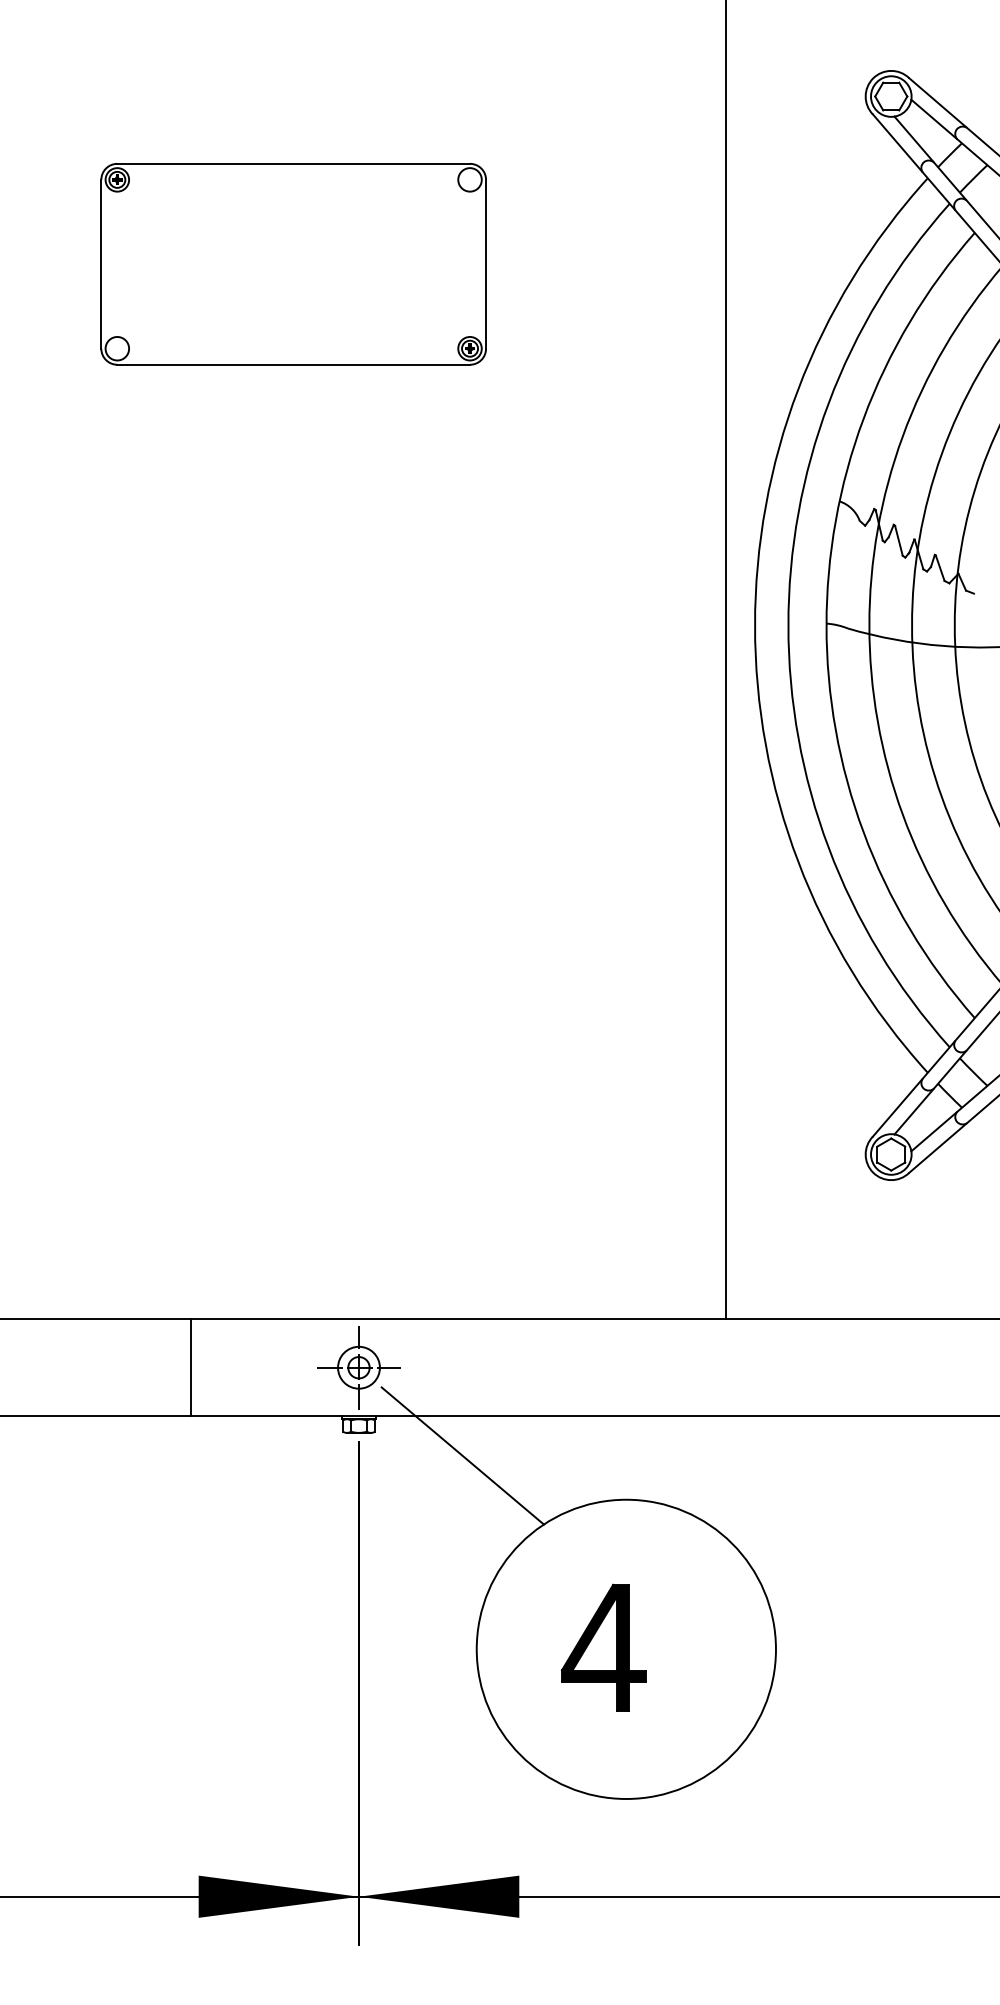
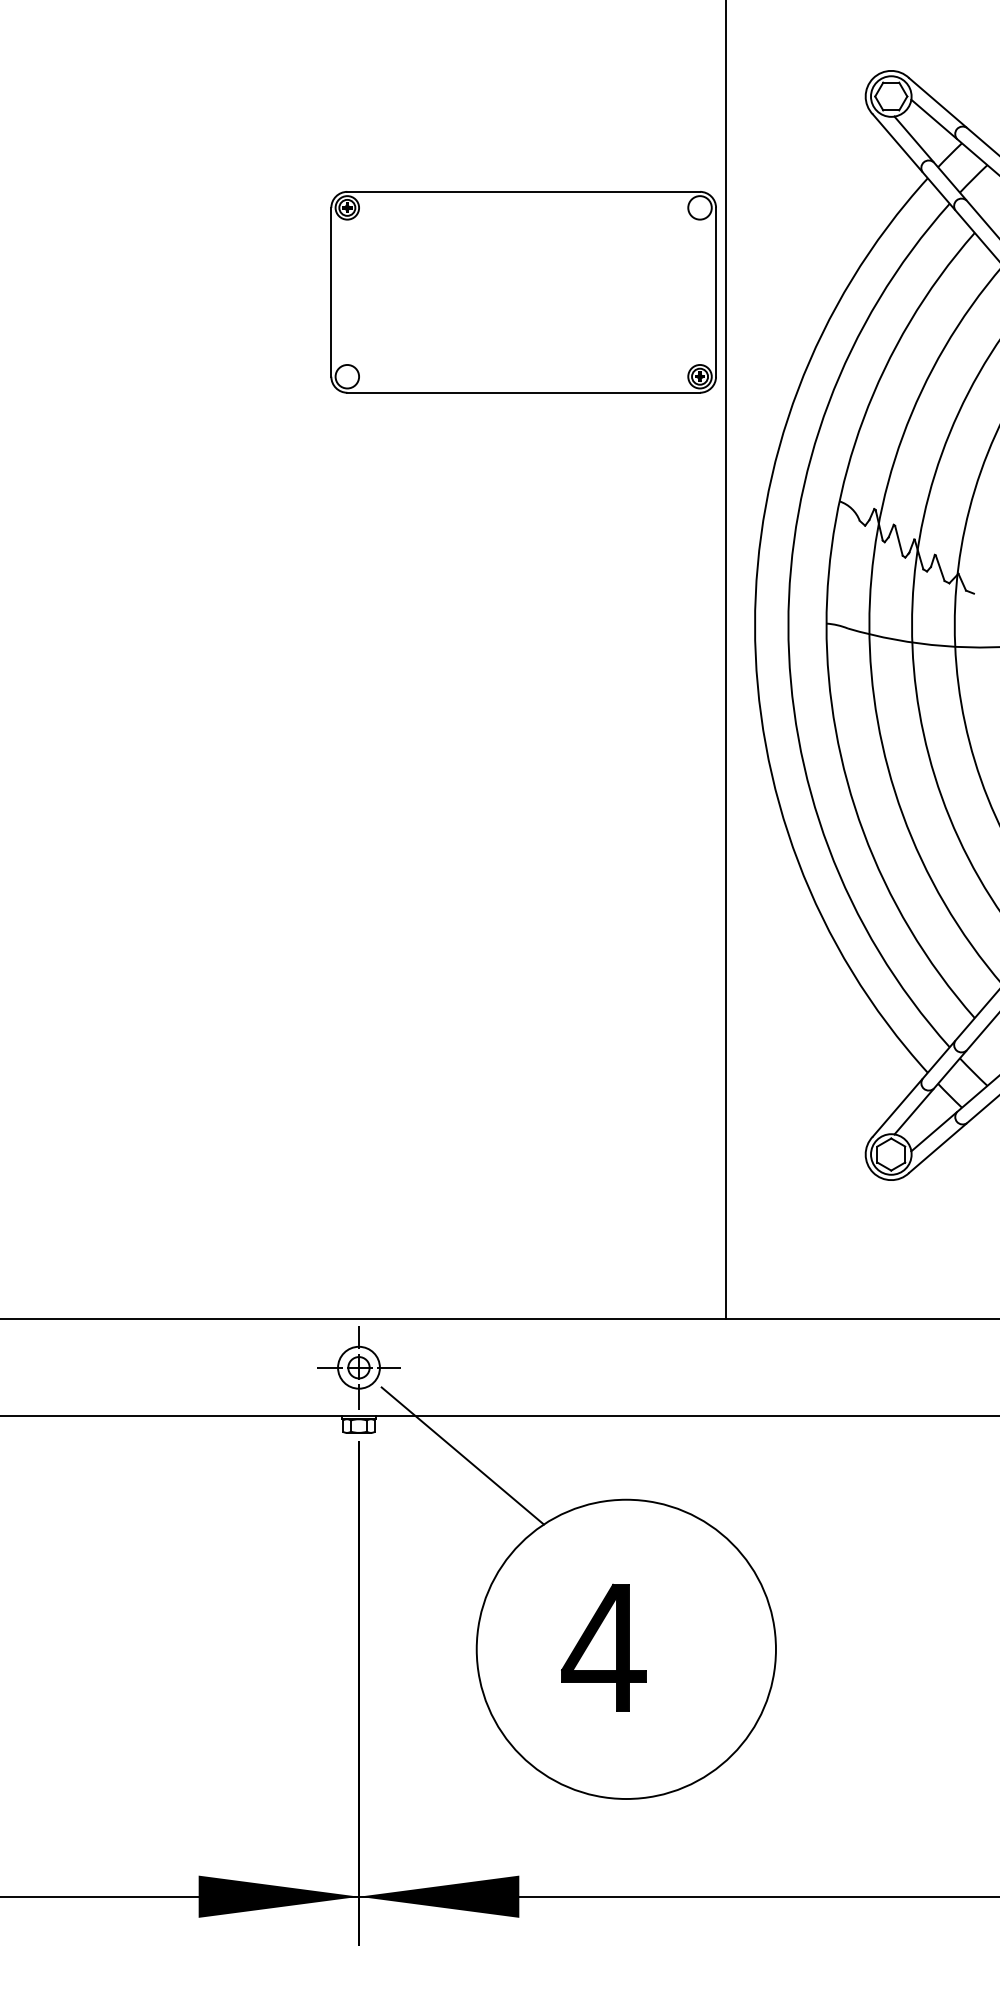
part at (293, 264) position: (293, 264) -> (523, 292)
line at (191, 1367): present -> none
